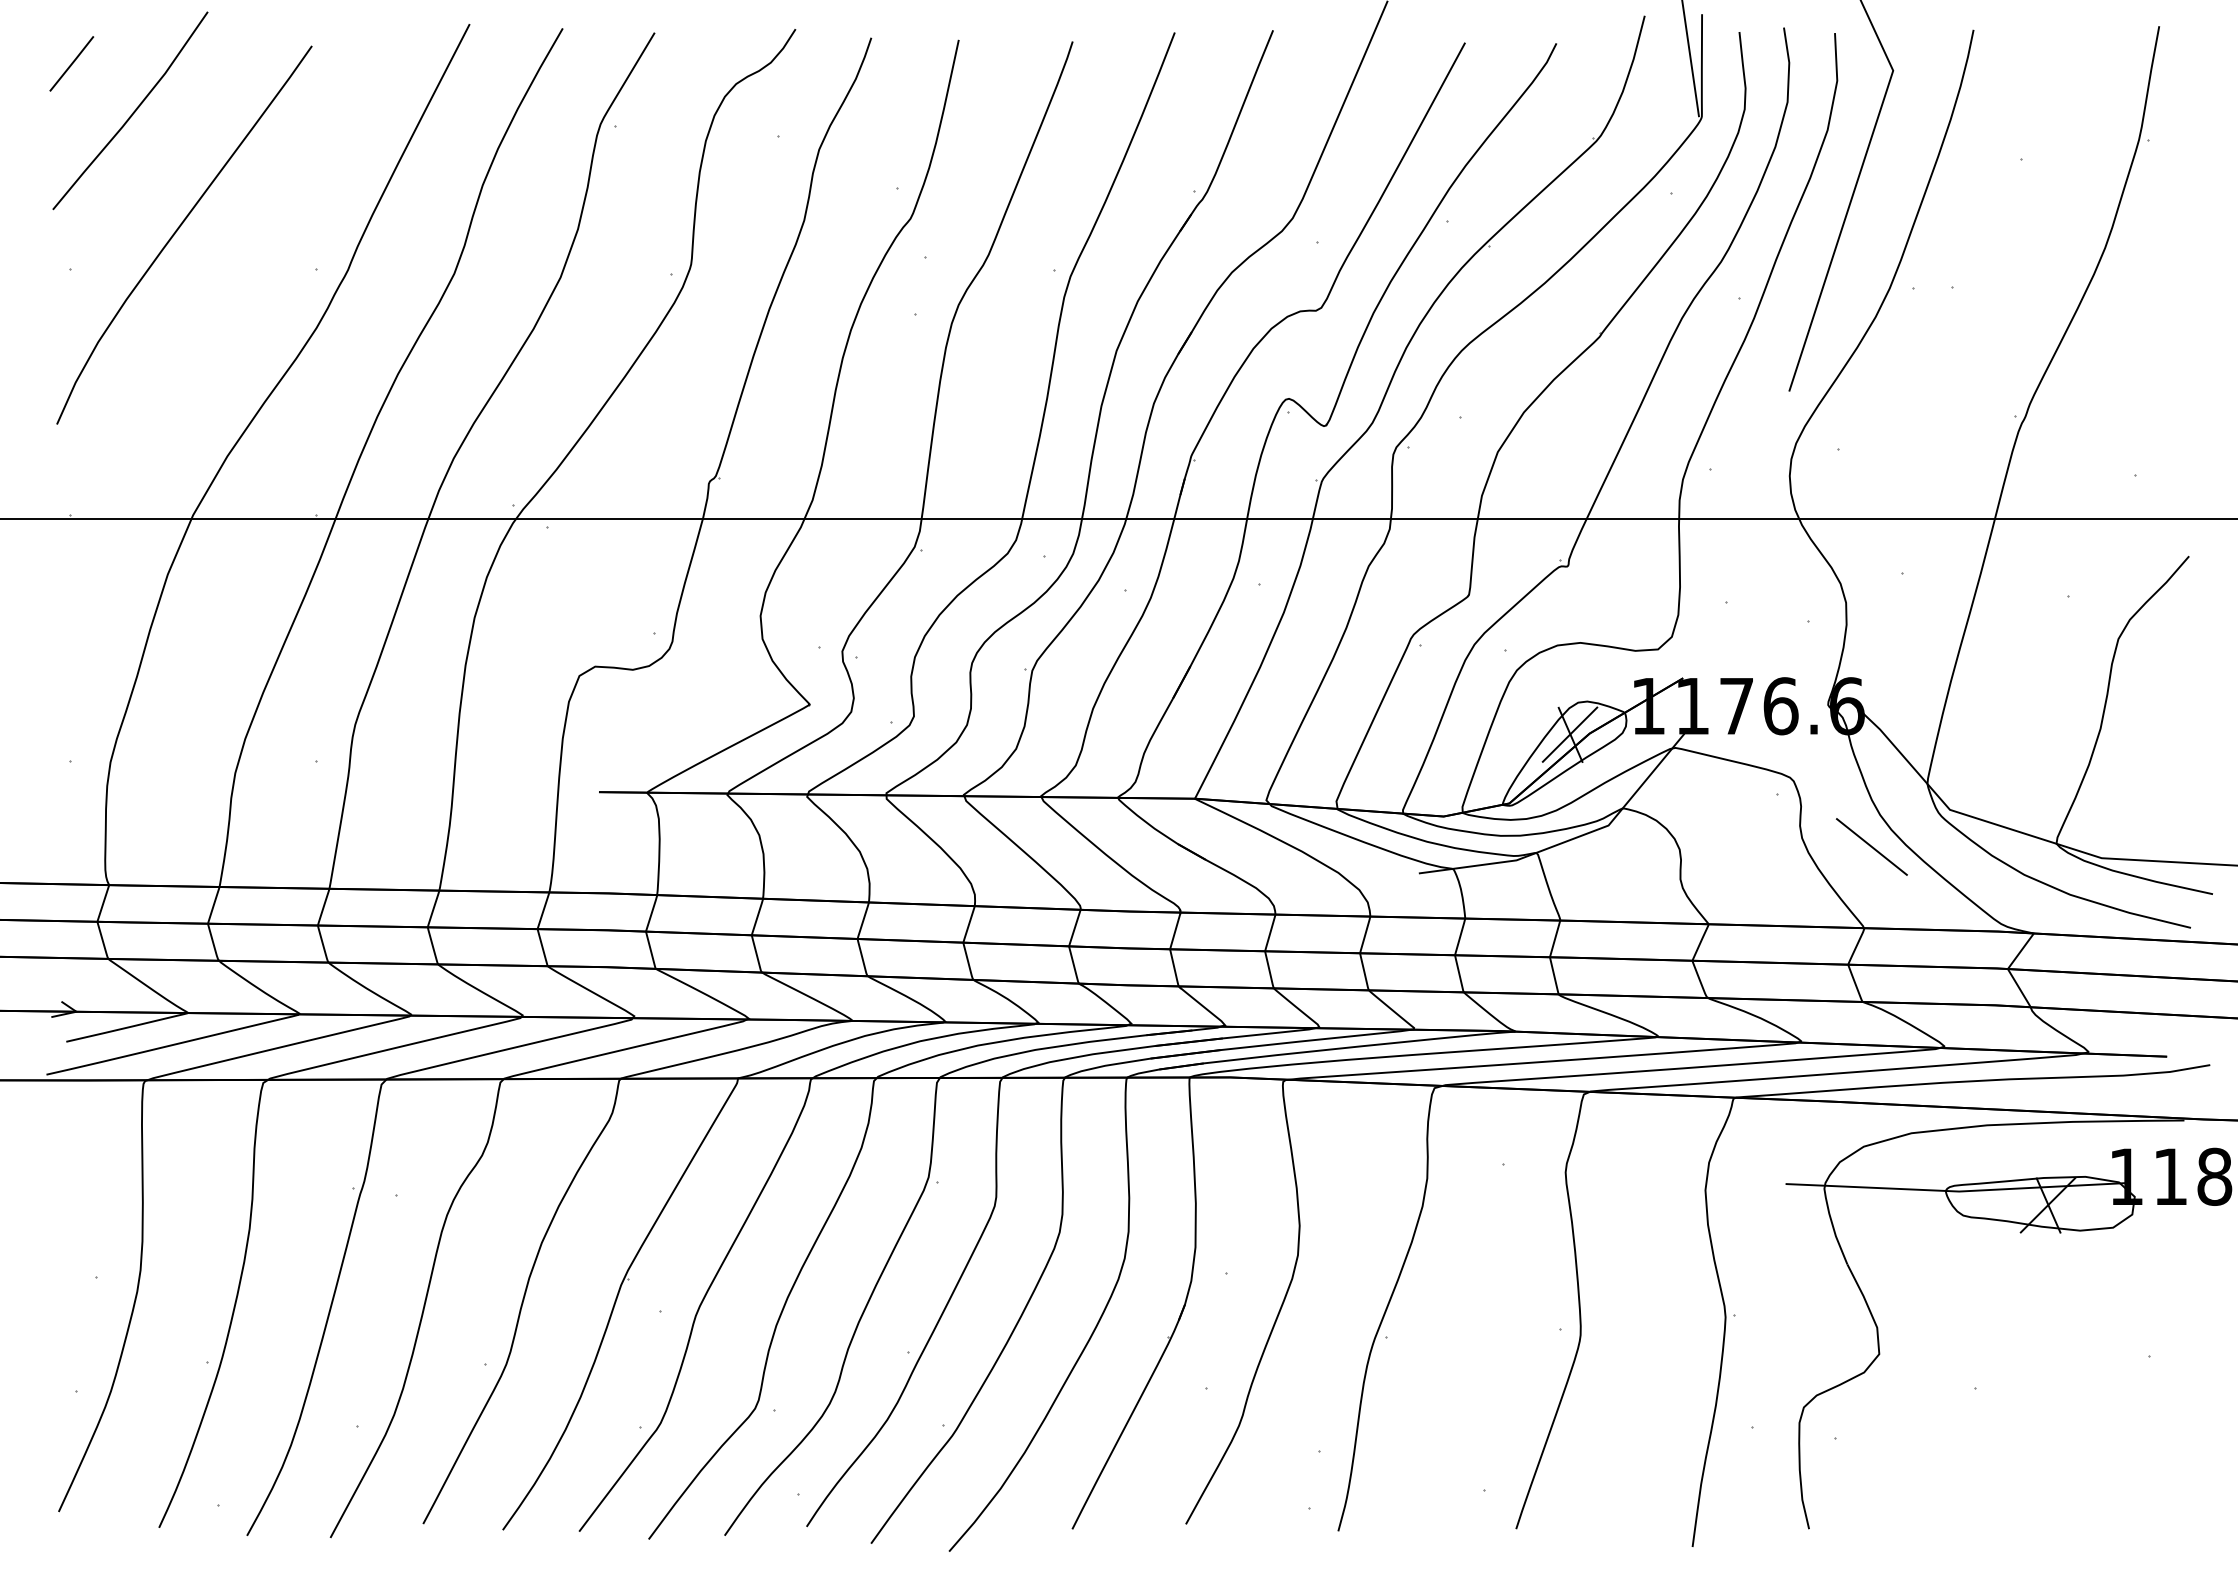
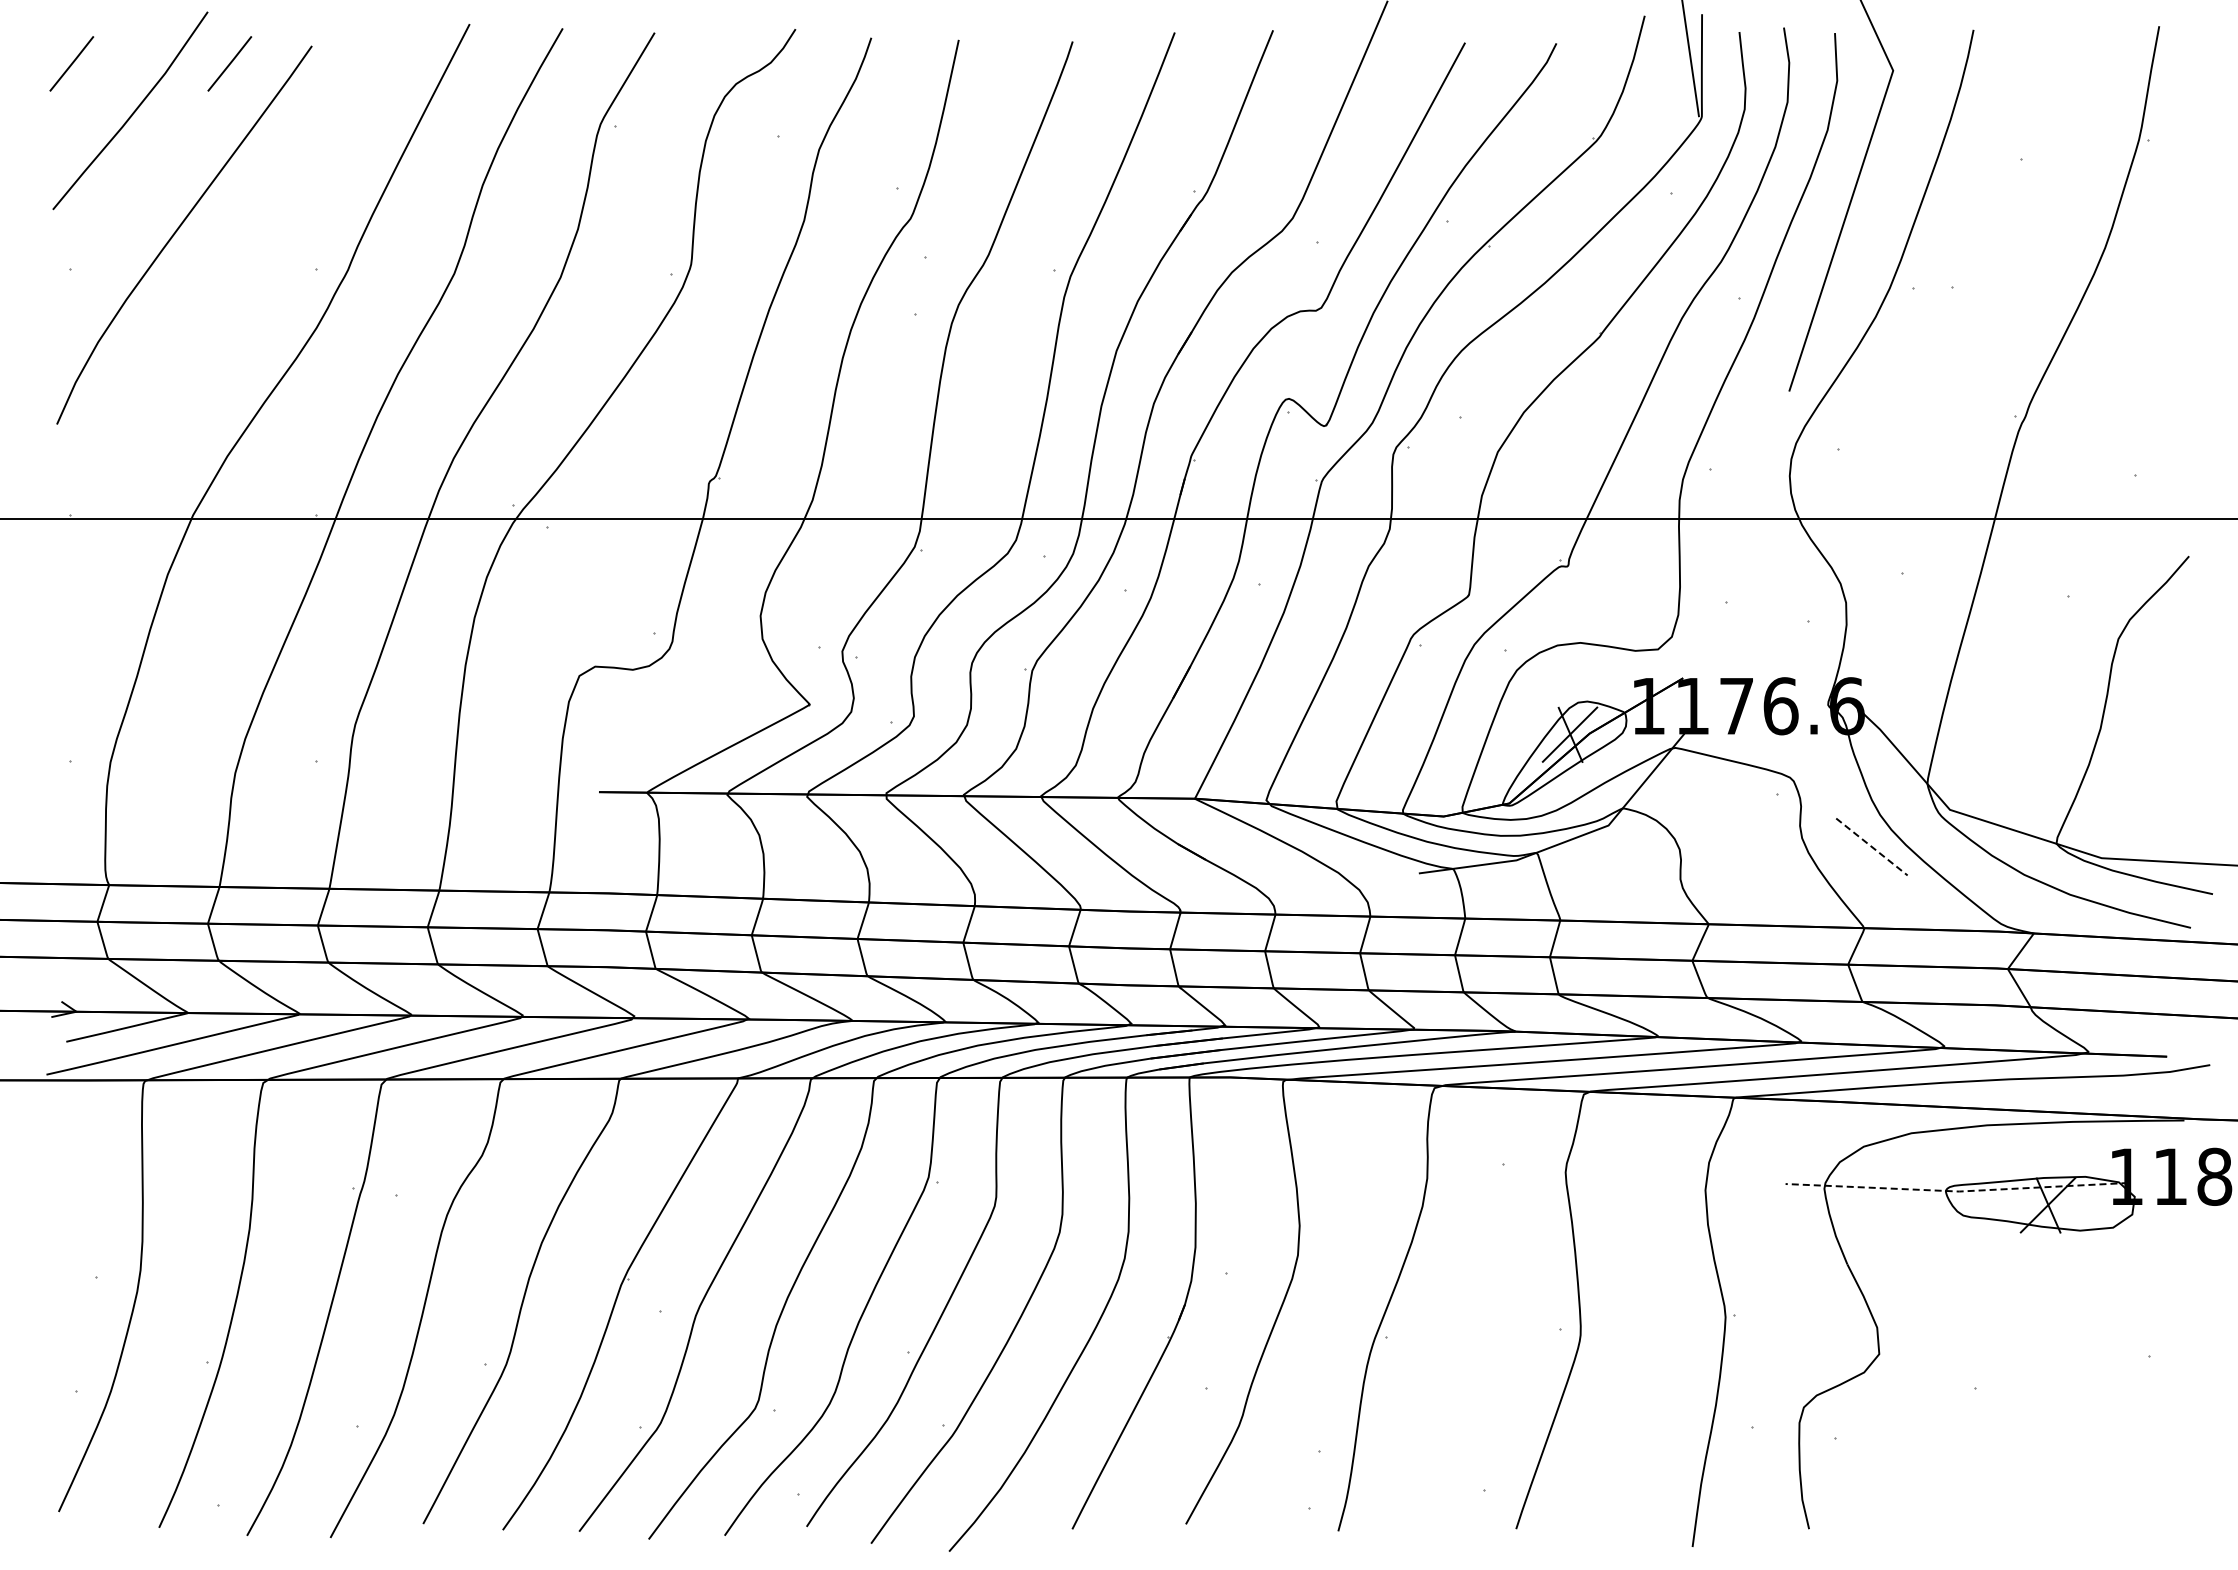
line at (229, 63): none -> present
line at (1871, 846): solid -> dashed
line at (1957, 1191): solid -> dashed
